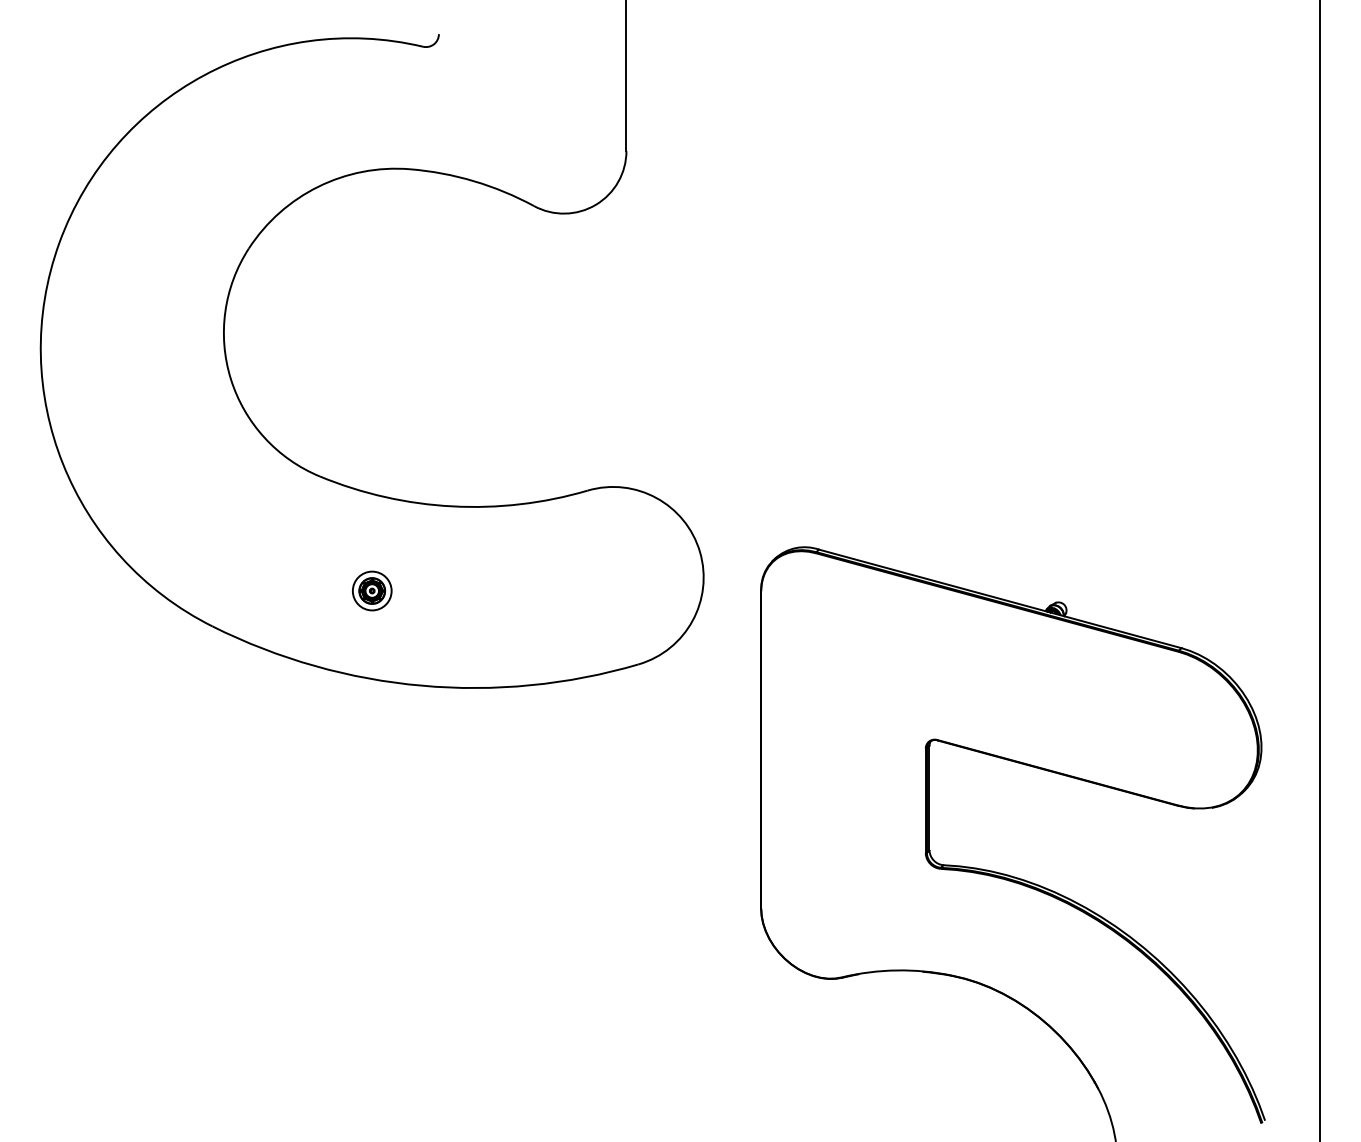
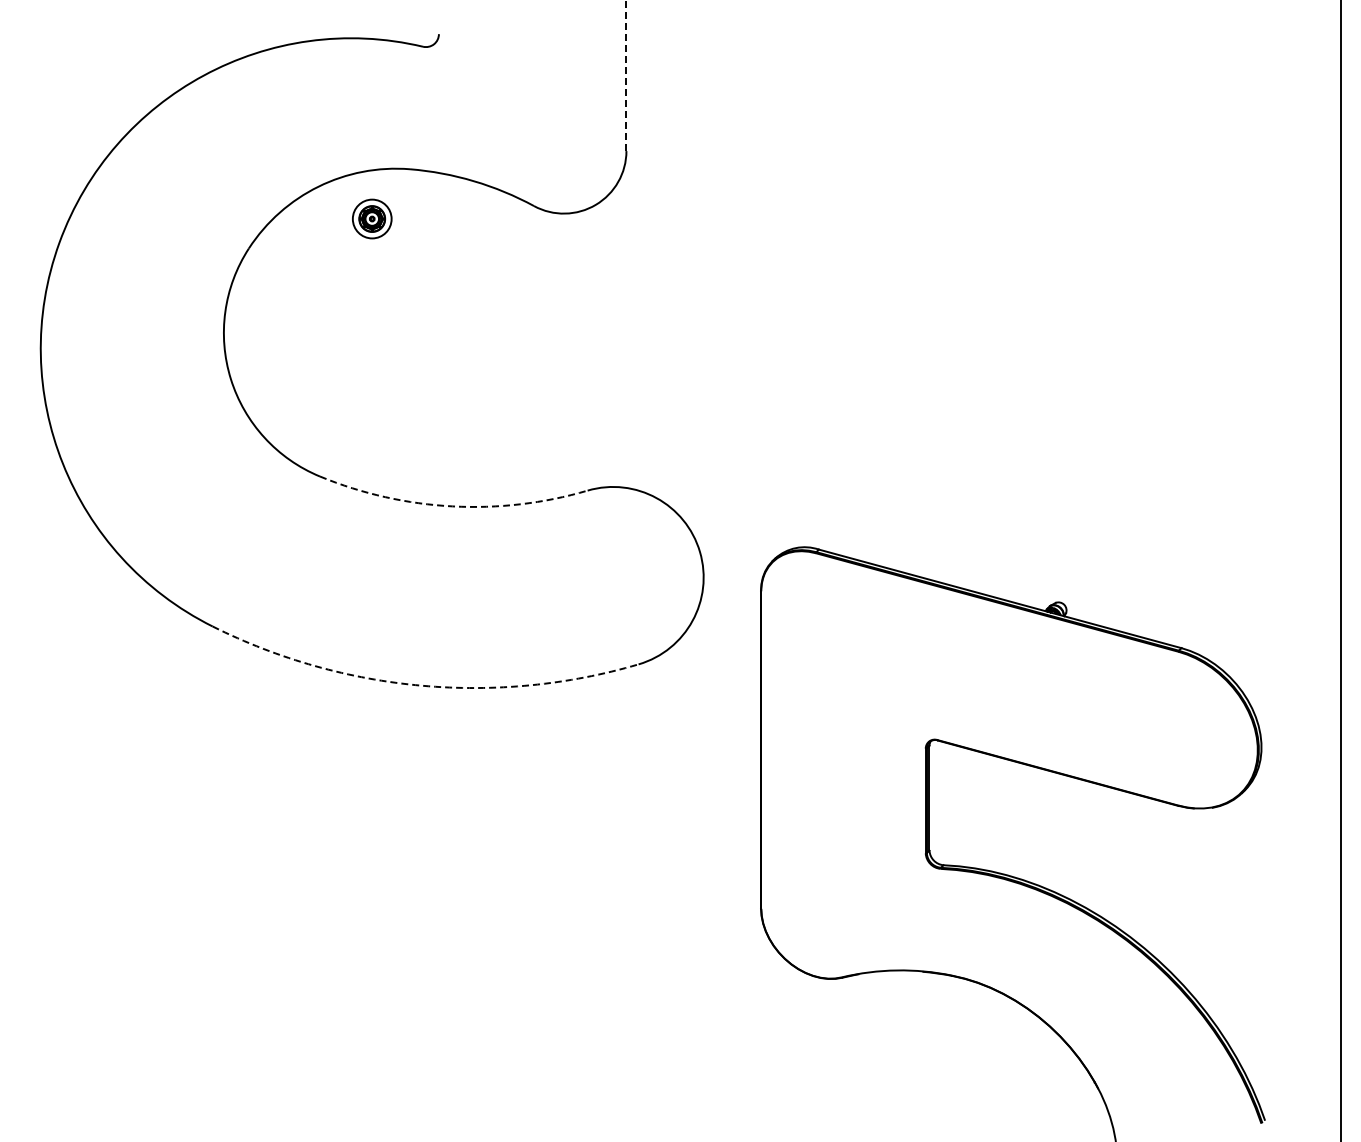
line at (626, 76): solid -> dashed
arc at (452, 506): solid -> dashed
line at (1320, 570) position: (1320, 570) -> (1341, 570)
part at (372, 590) position: (372, 590) -> (372, 218)
arc at (422, 685): solid -> dashed
